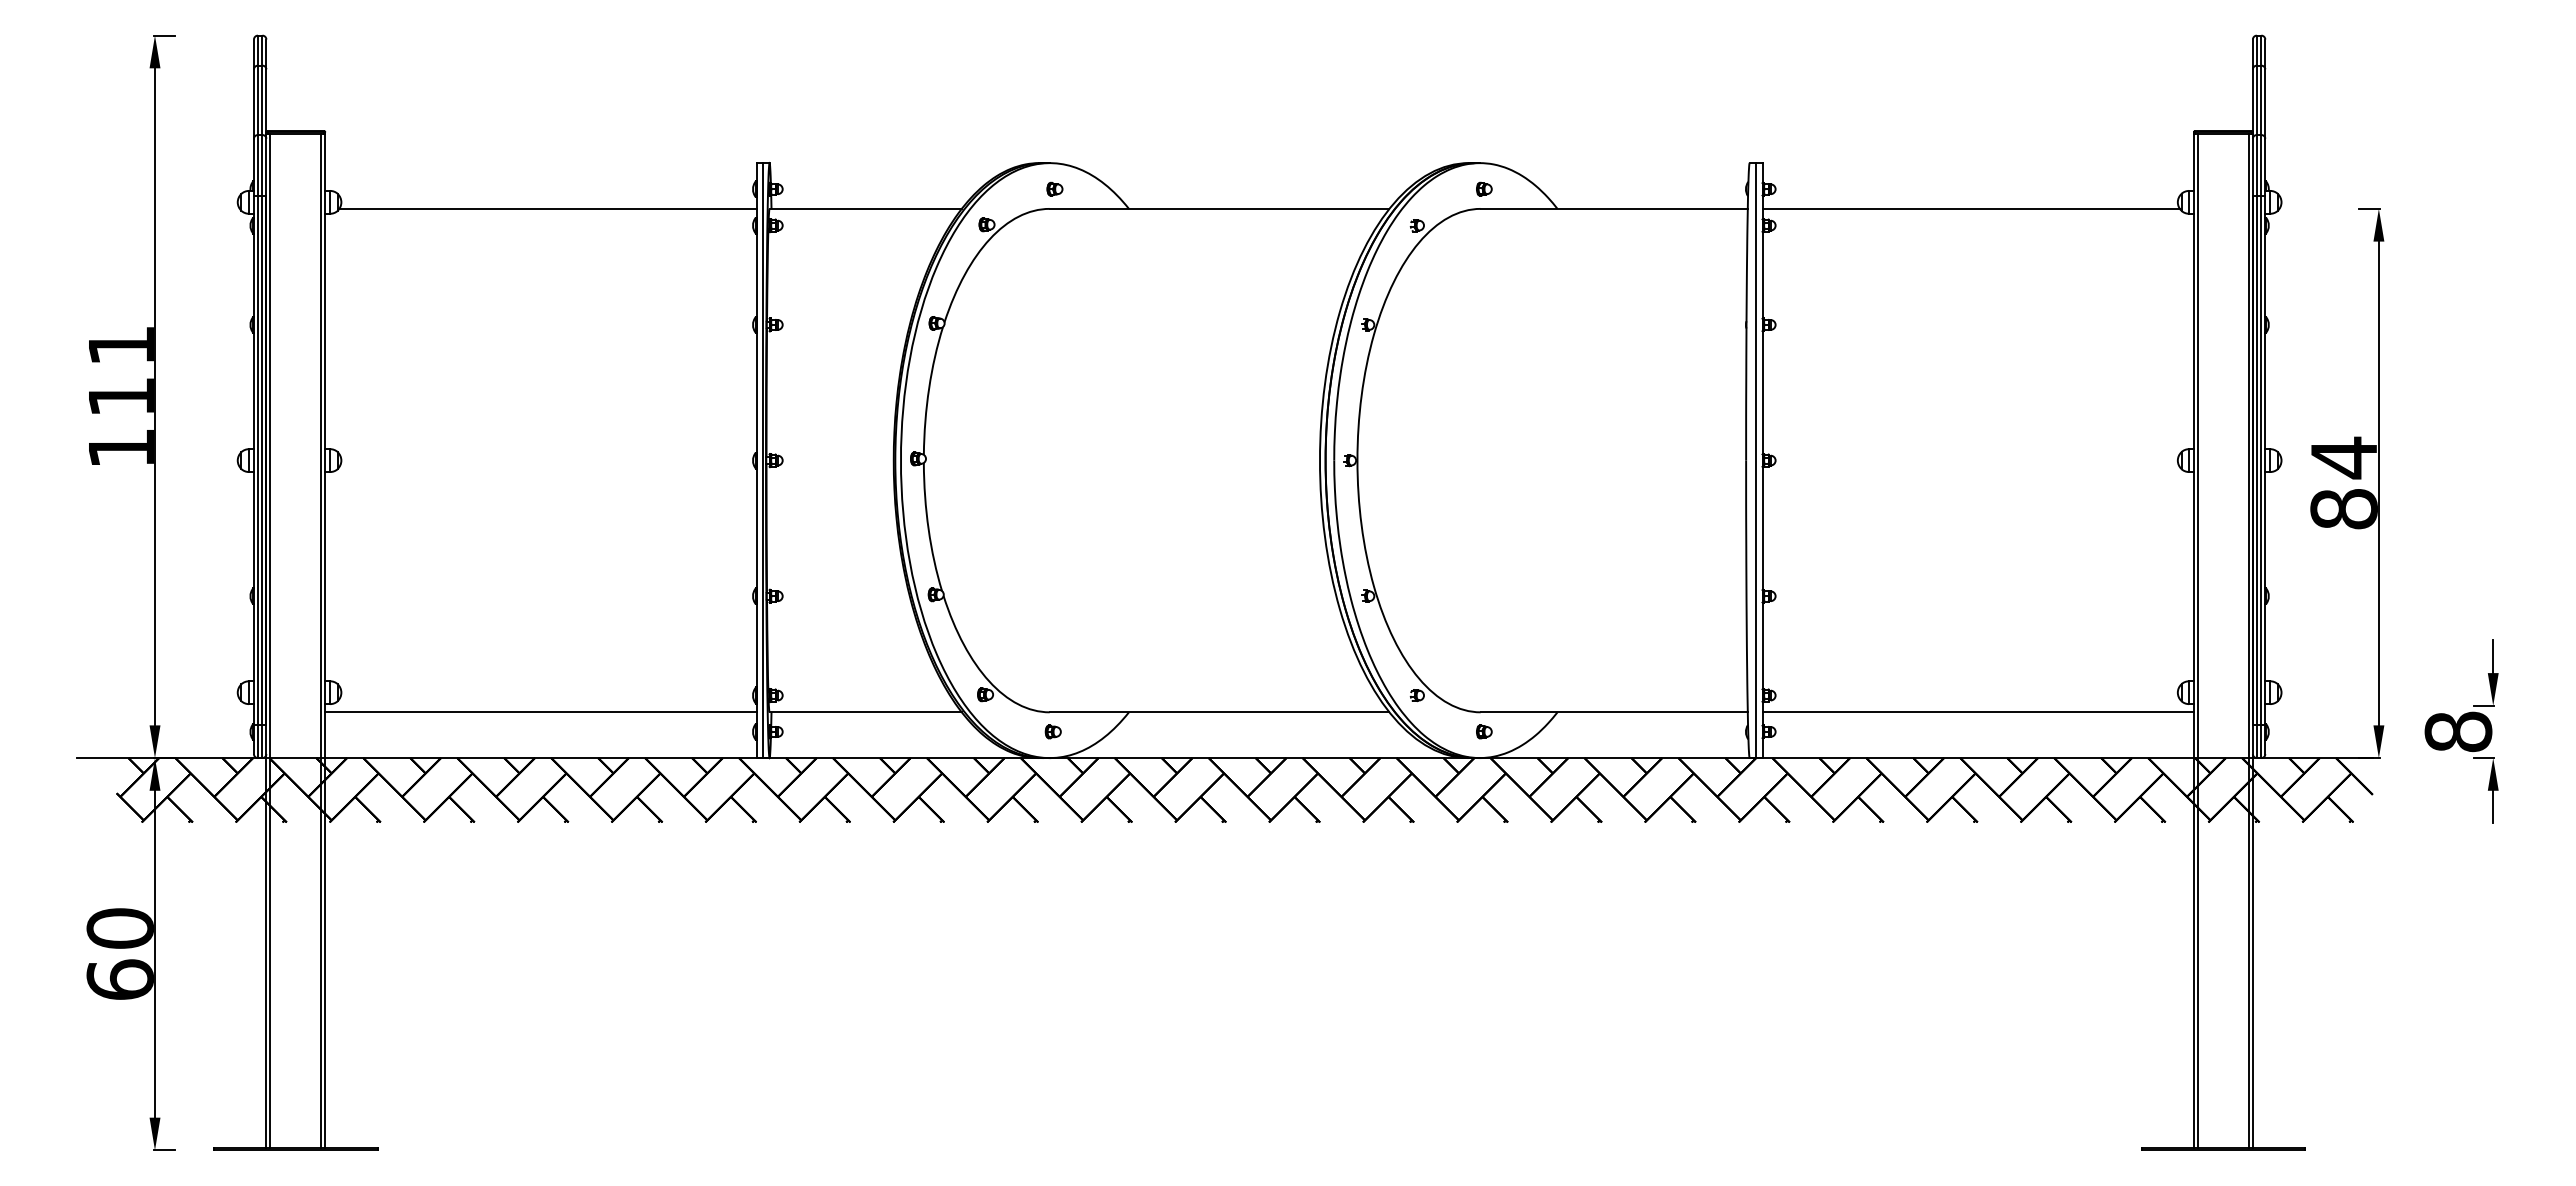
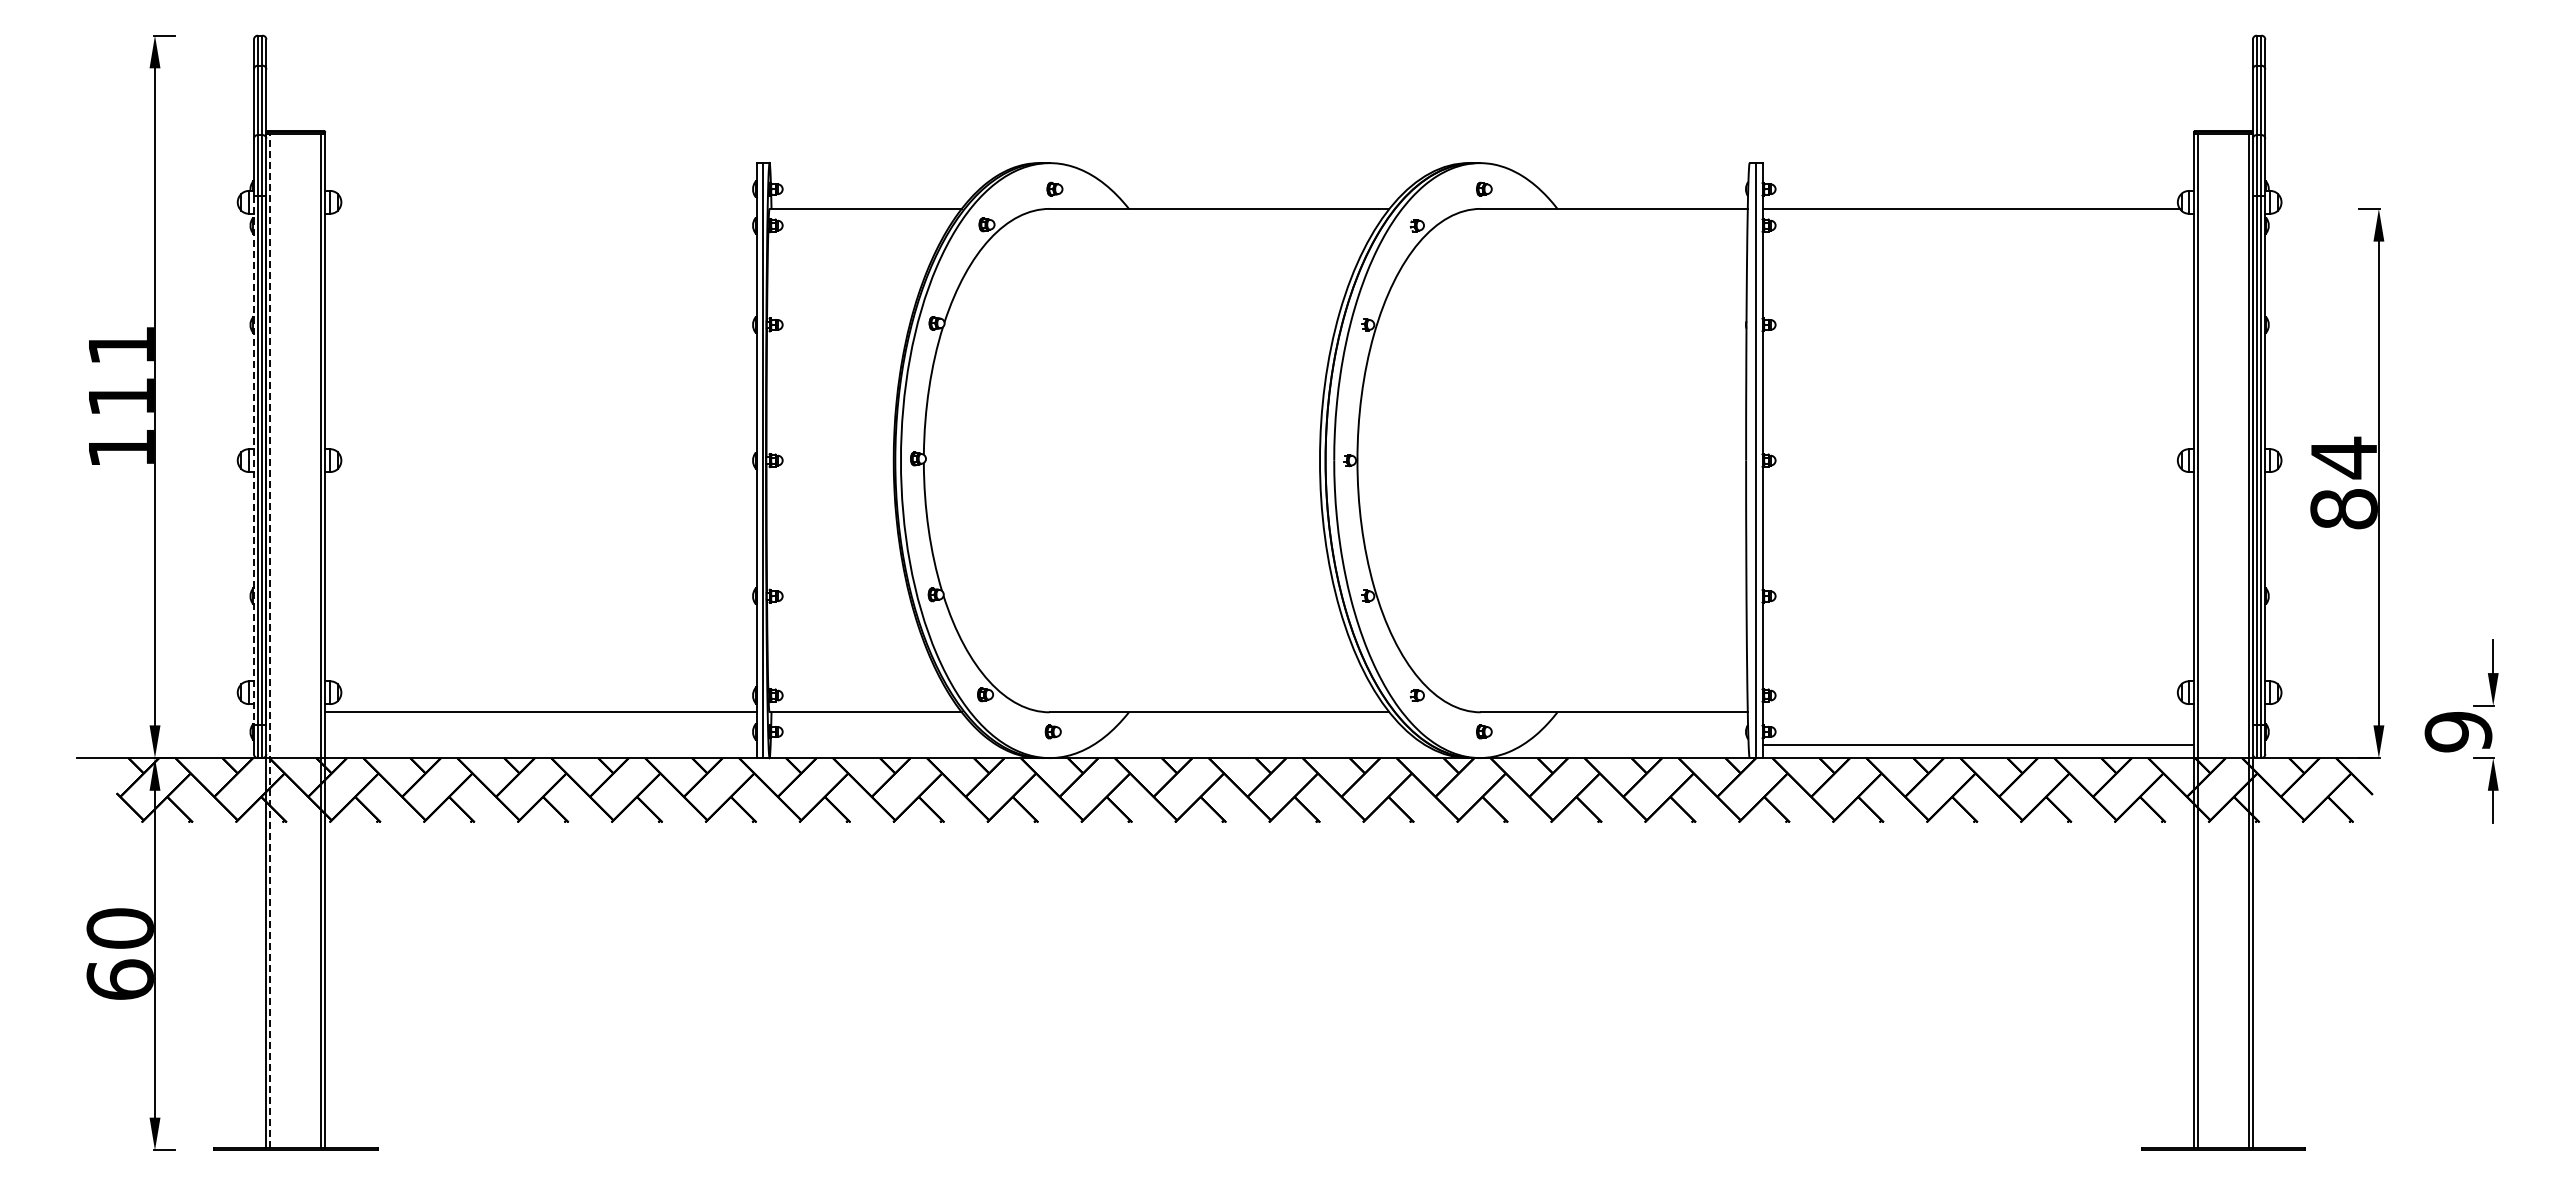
line at (547, 208): present -> none
line at (253, 460): solid -> dashed
line at (270, 641): solid -> dashed
line at (1978, 712) position: (1978, 712) -> (1978, 745)
text at (2458, 731): 8 -> 9
